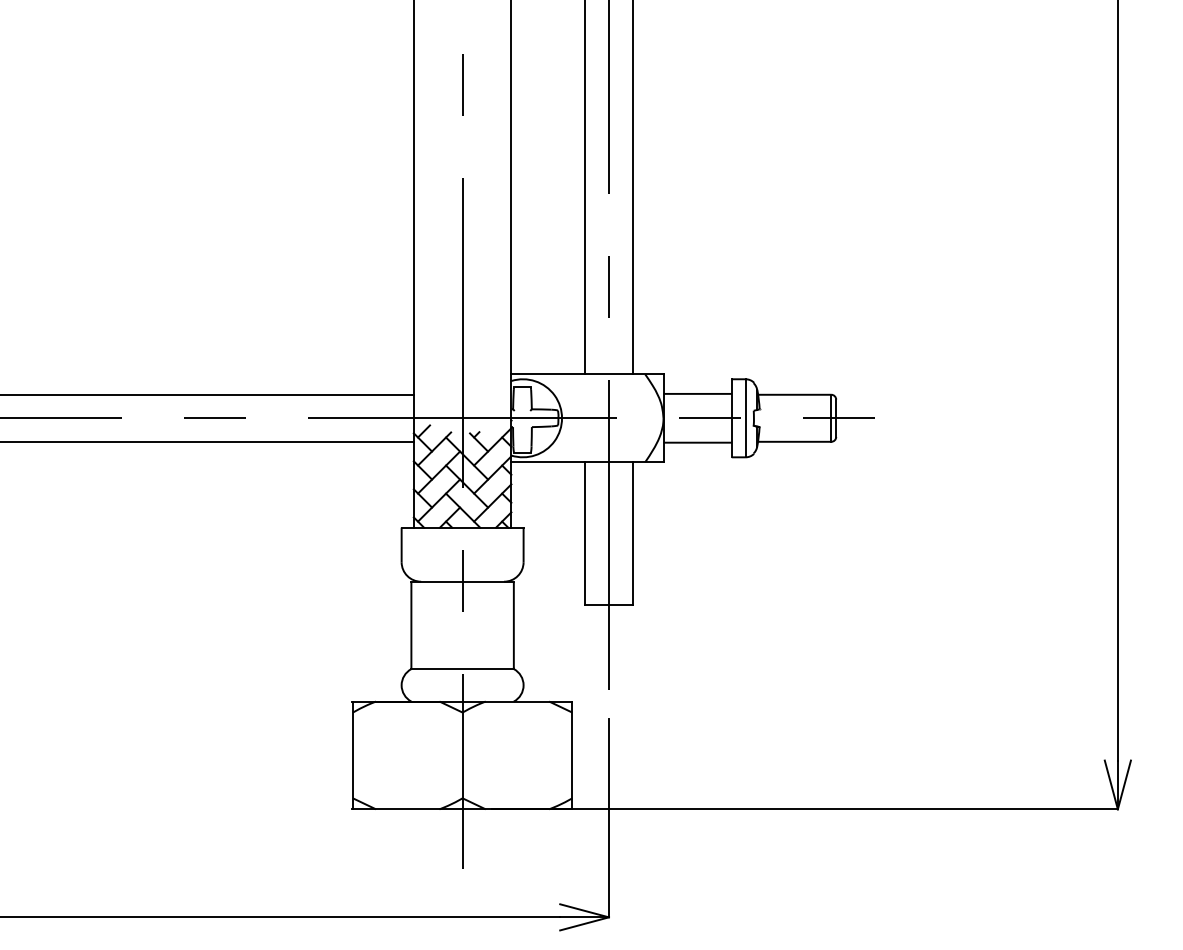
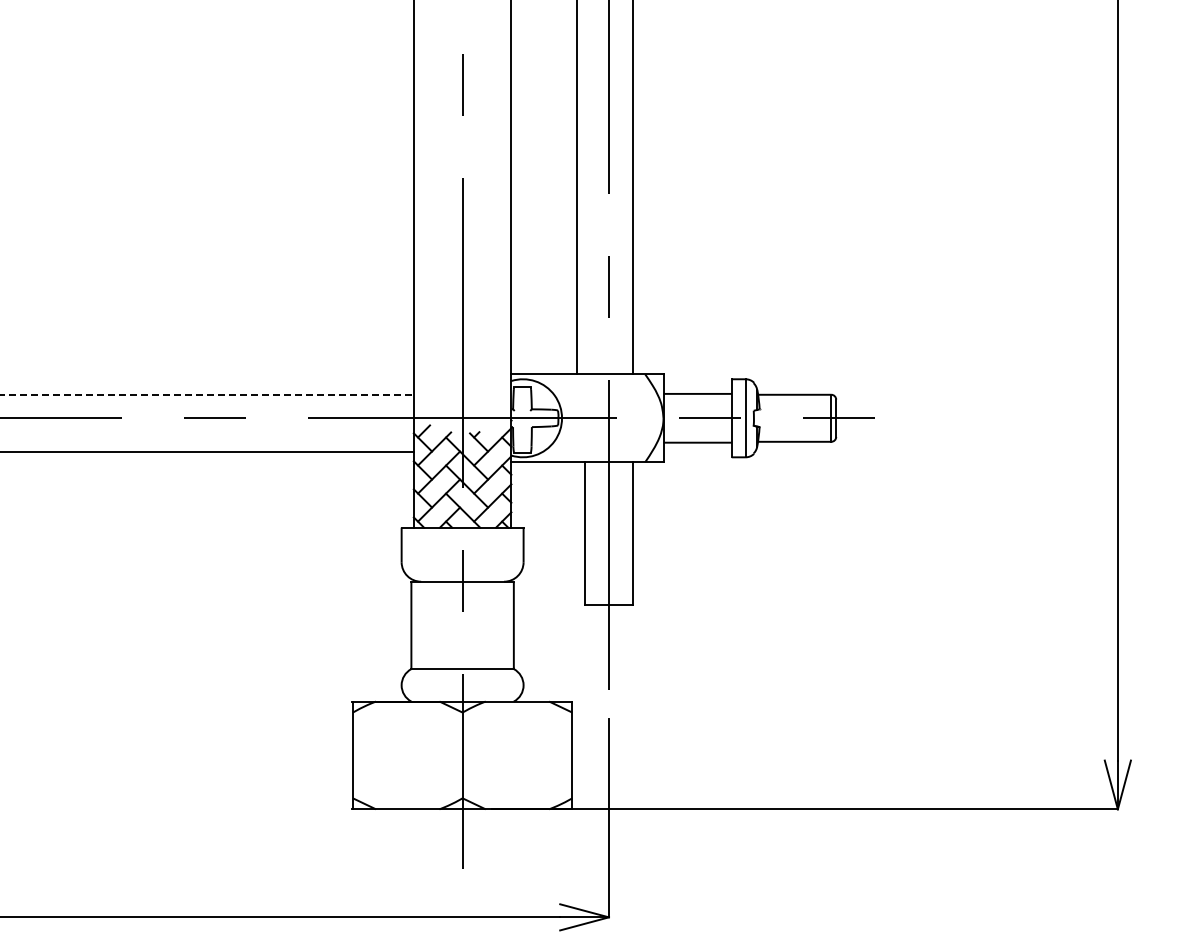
line at (584, 188) position: (584, 188) -> (576, 188)
line at (207, 394): solid -> dashed
line at (207, 441) position: (207, 441) -> (207, 451)
